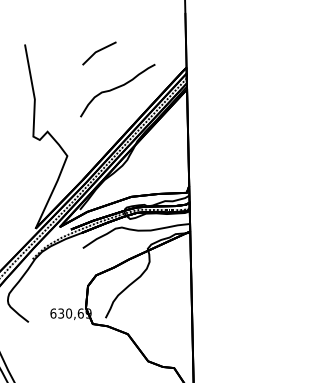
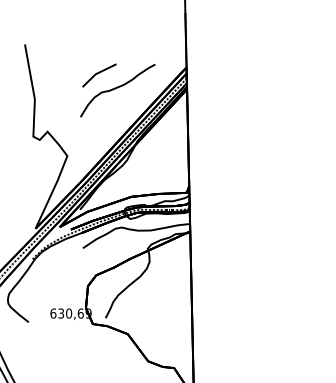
line at (99, 51) position: (99, 51) -> (99, 73)
